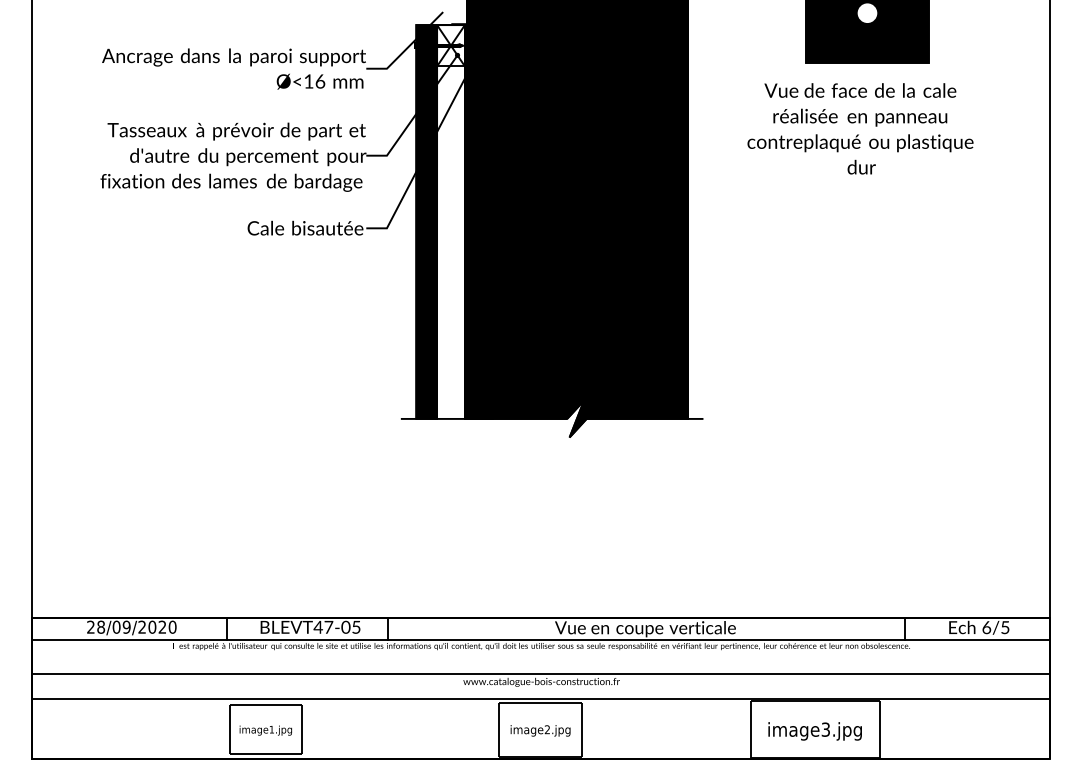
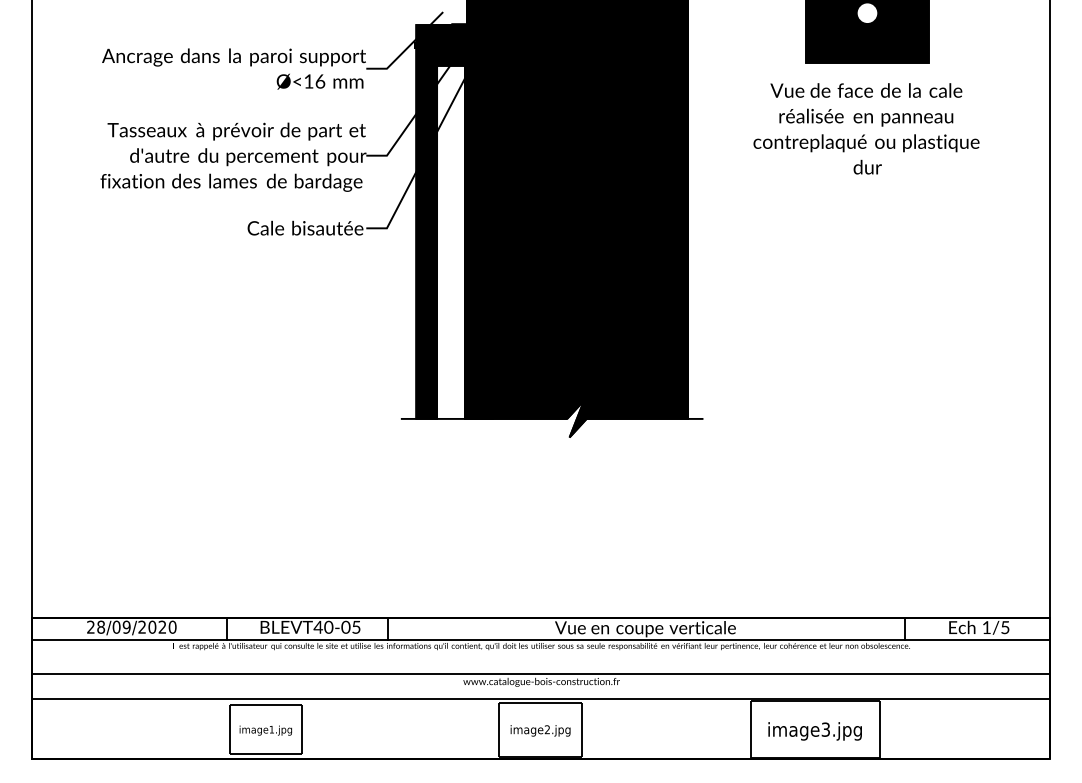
fill at (450, 45): none -> present
text at (860, 128) position: (860, 128) -> (866, 128)
text at (328, 626): \c16711848;BLEVT47-05 -> \c16711848;BLEVT40-05
text at (986, 627): 6/5 -> 1/5
